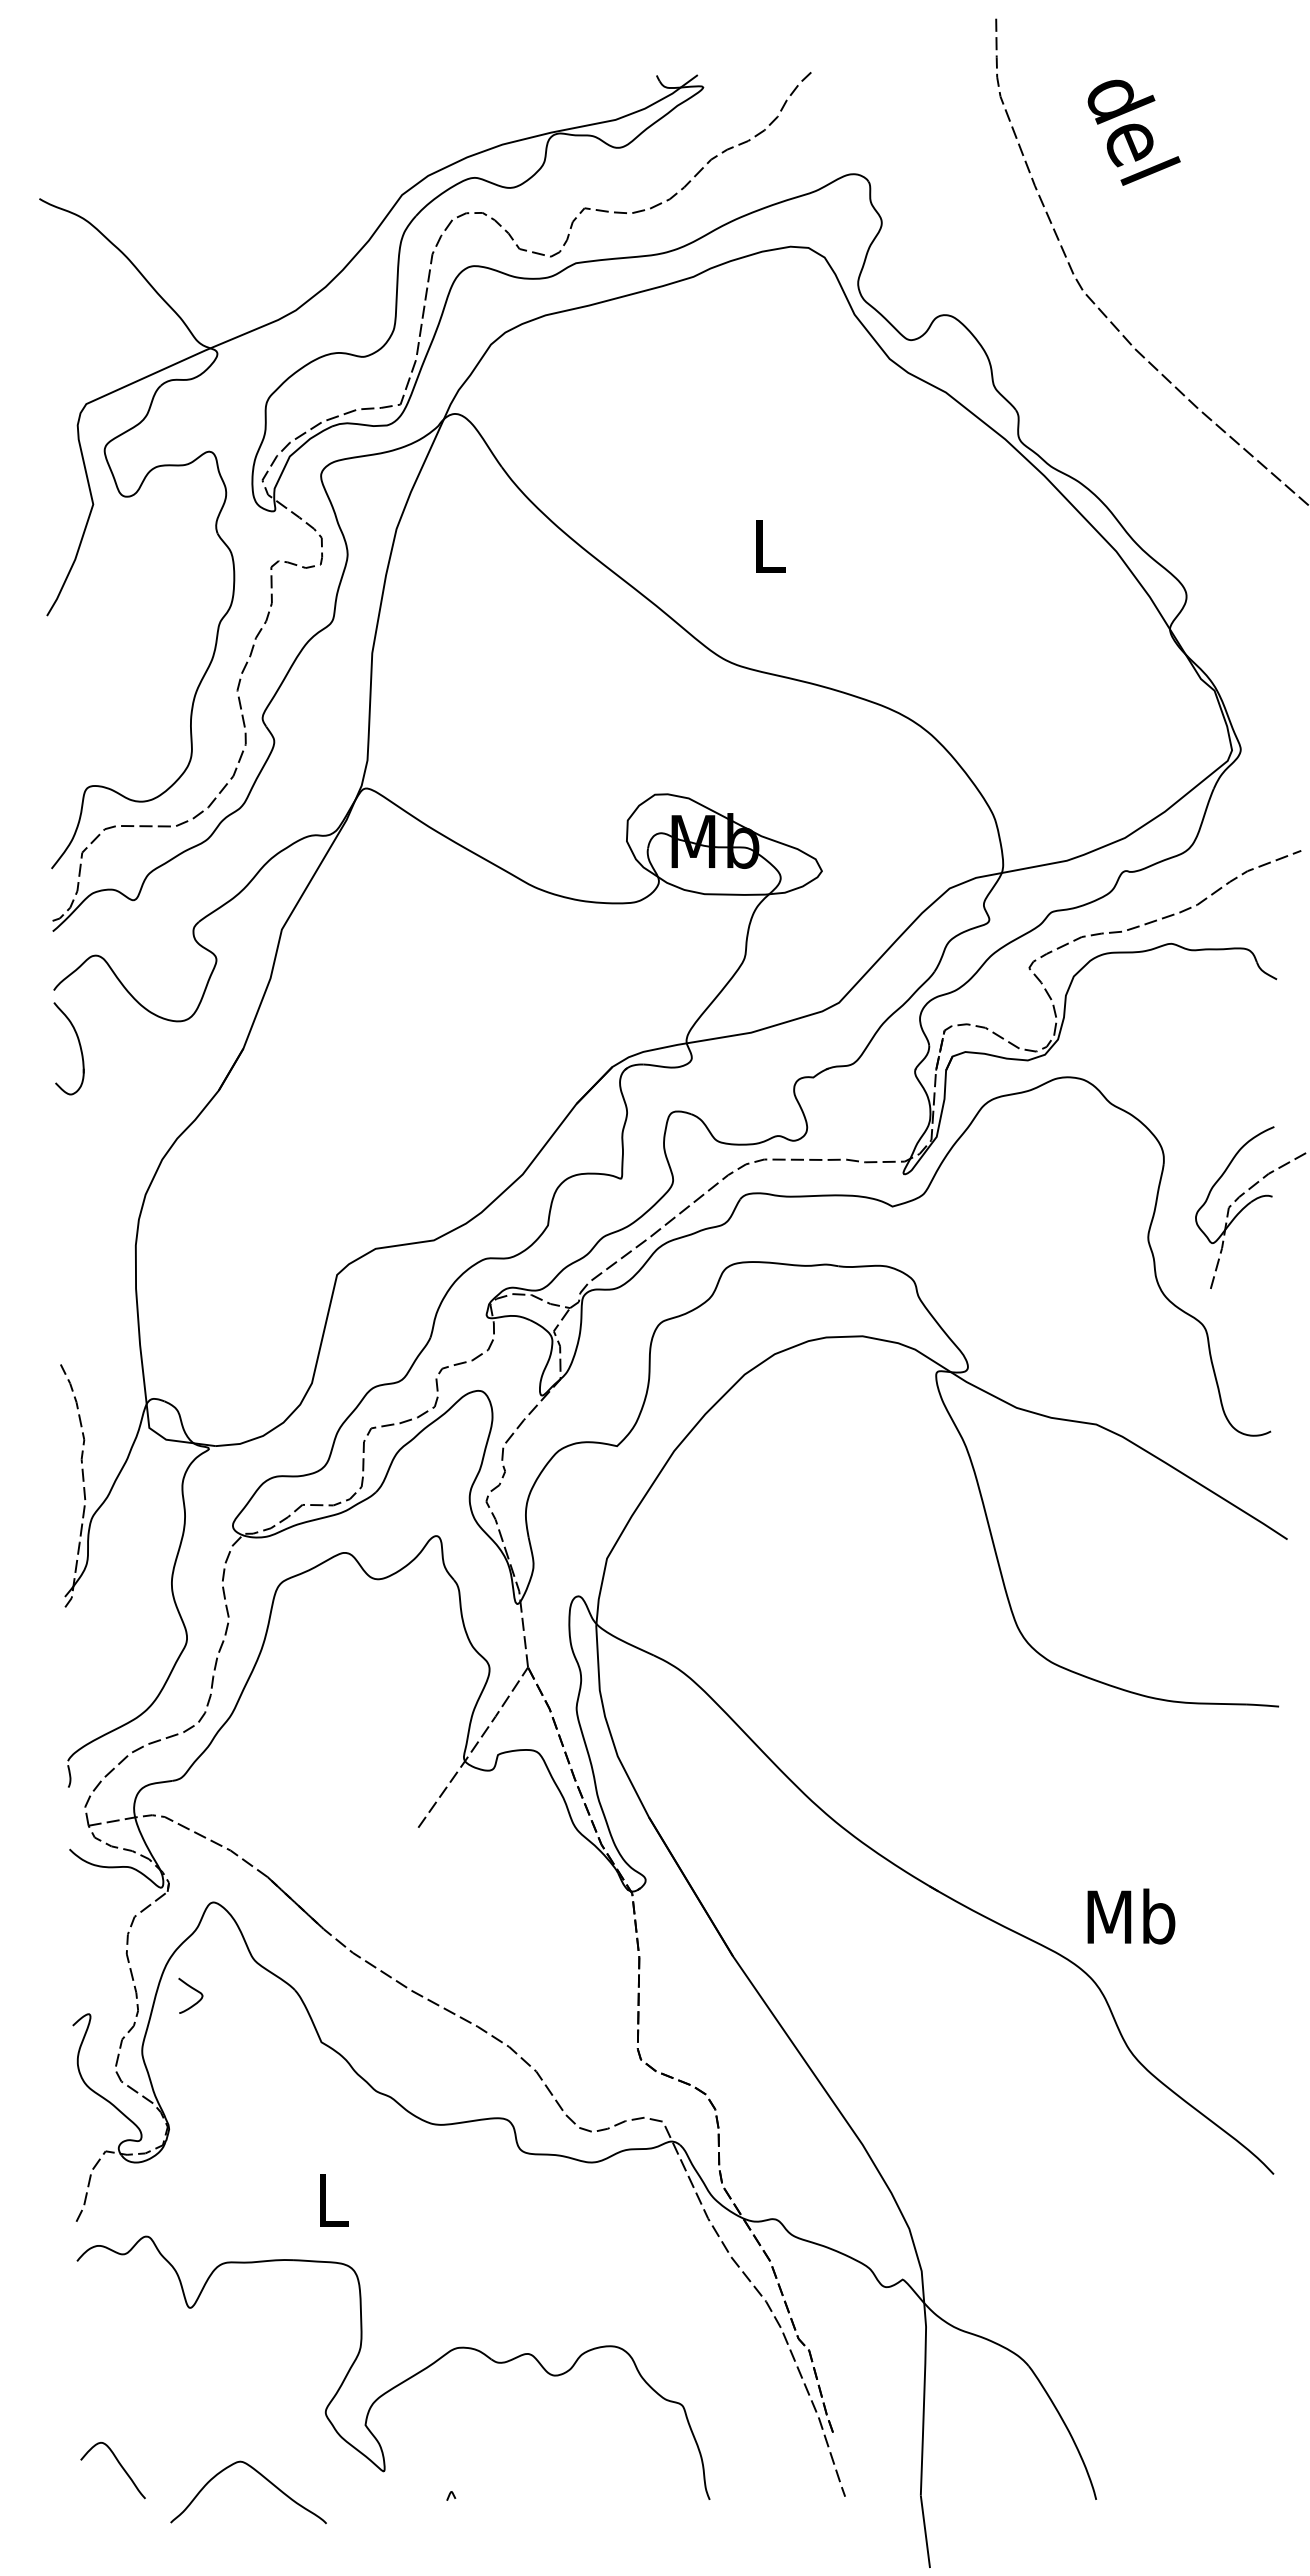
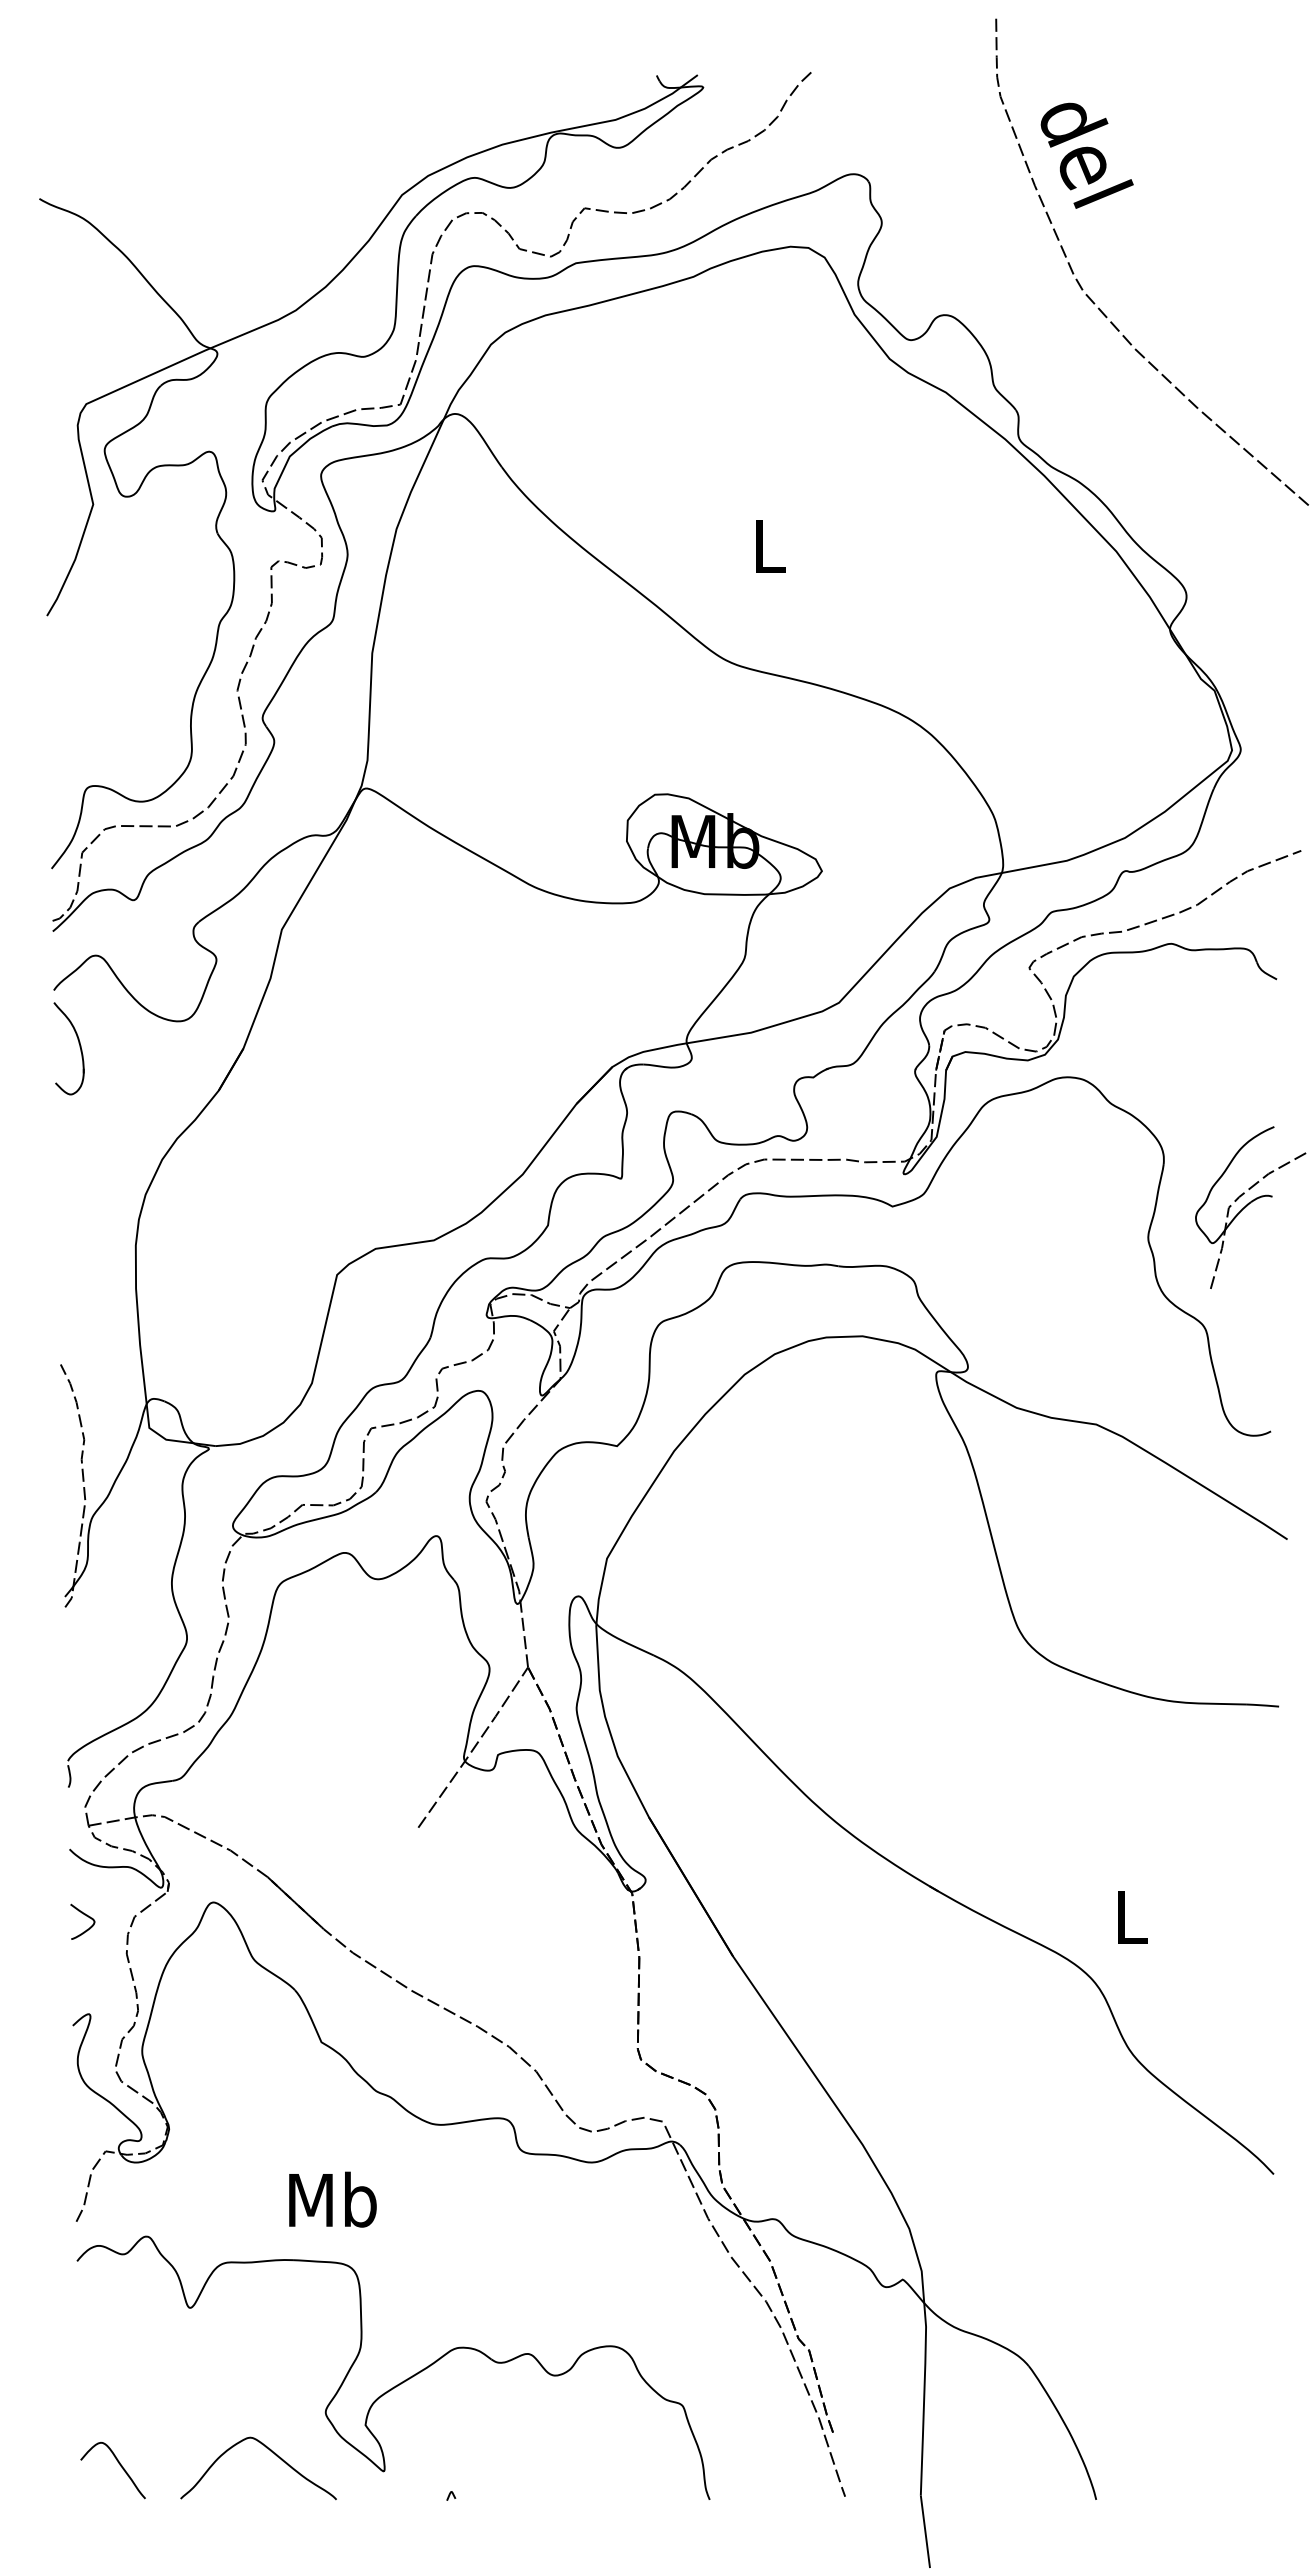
text at (1133, 132) position: (1133, 132) -> (1086, 155)
text at (1131, 1916): Mb -> L
curve at (192, 1989) position: (192, 1989) -> (84, 1915)
text at (332, 2199): L -> Mb
curve at (261, 2476) position: (261, 2476) -> (271, 2452)
